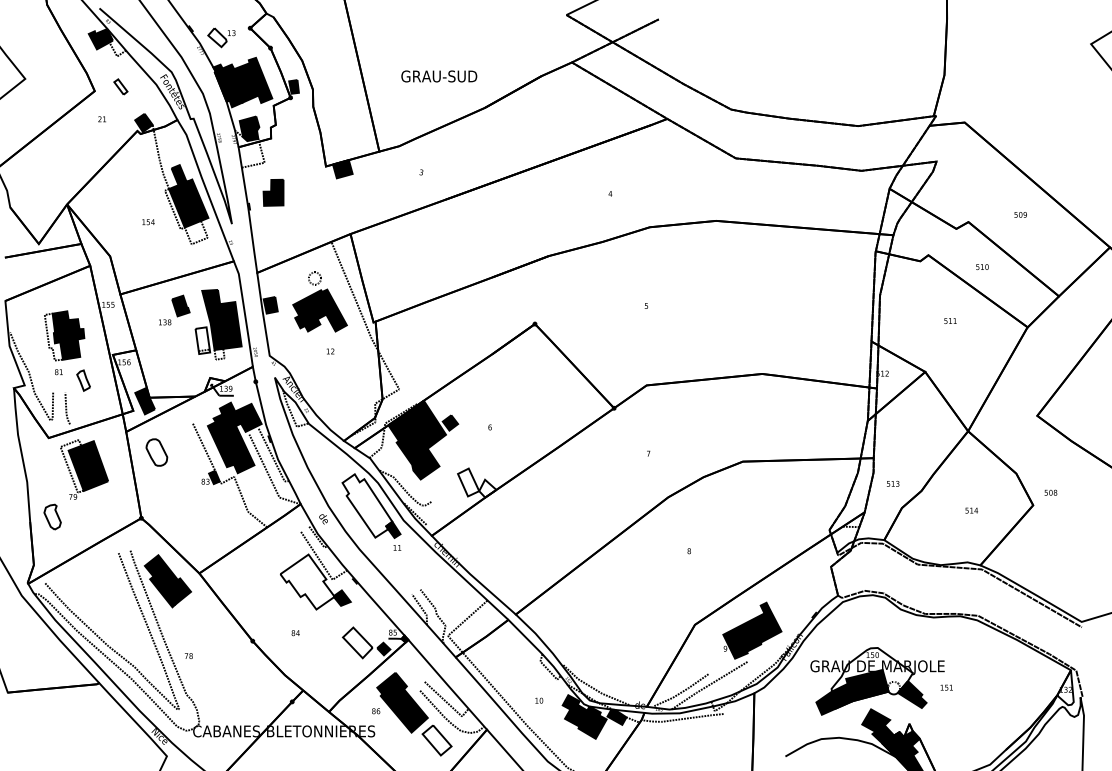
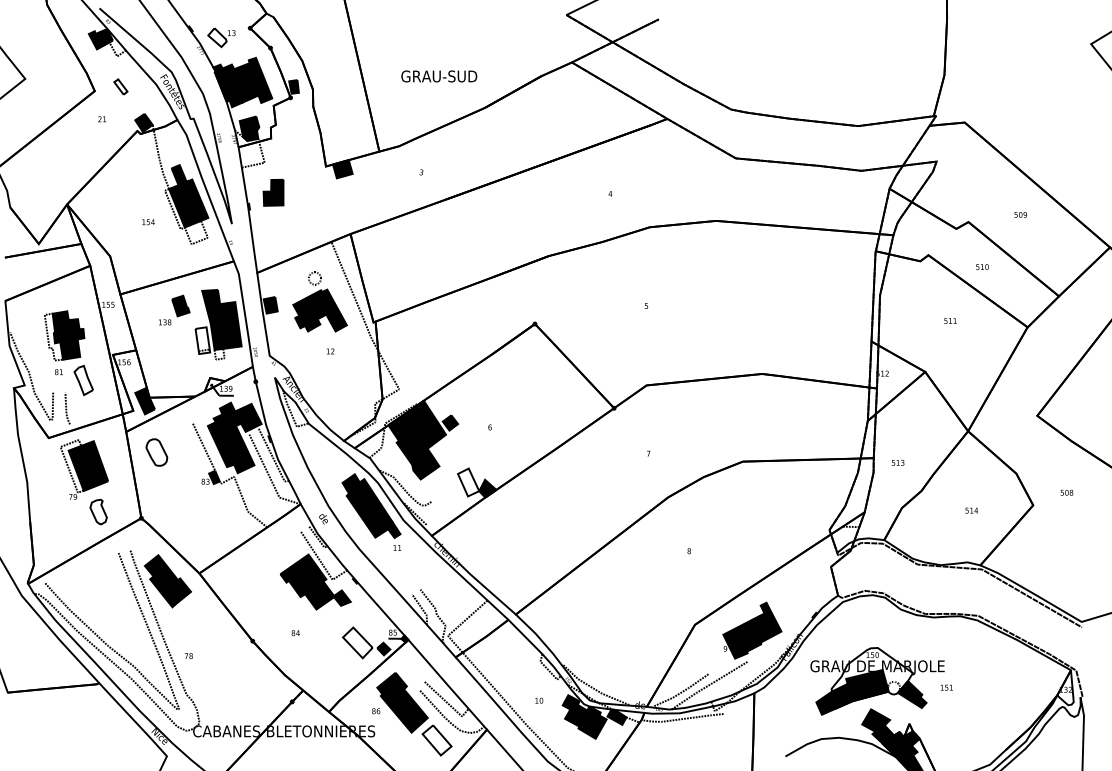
part at (83, 380) size: 15x23 px -> 21x32 px
text at (893, 483) position: (893, 483) -> (898, 462)
fill at (487, 488): none -> present
text at (1050, 492) position: (1050, 492) -> (1066, 492)
fill at (367, 505): none -> present
part at (52, 516) position: (52, 516) -> (98, 511)
fill at (307, 581): none -> present
